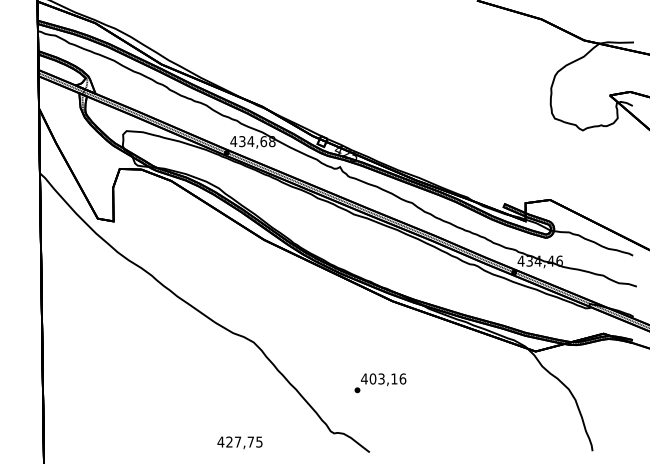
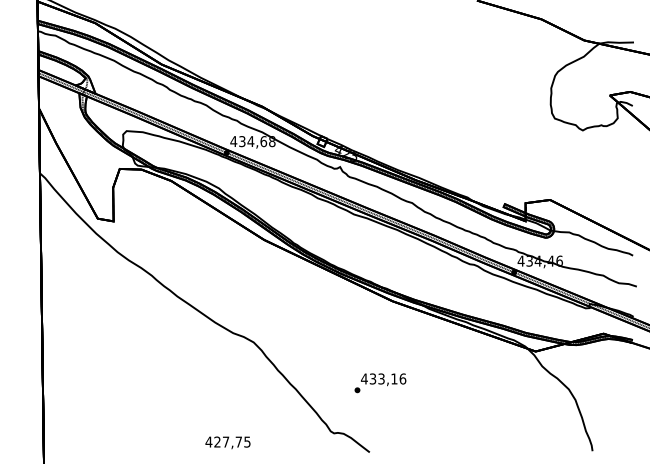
text at (372, 378): 403,16 -> 433,16
text at (239, 442) position: (239, 442) -> (227, 442)
